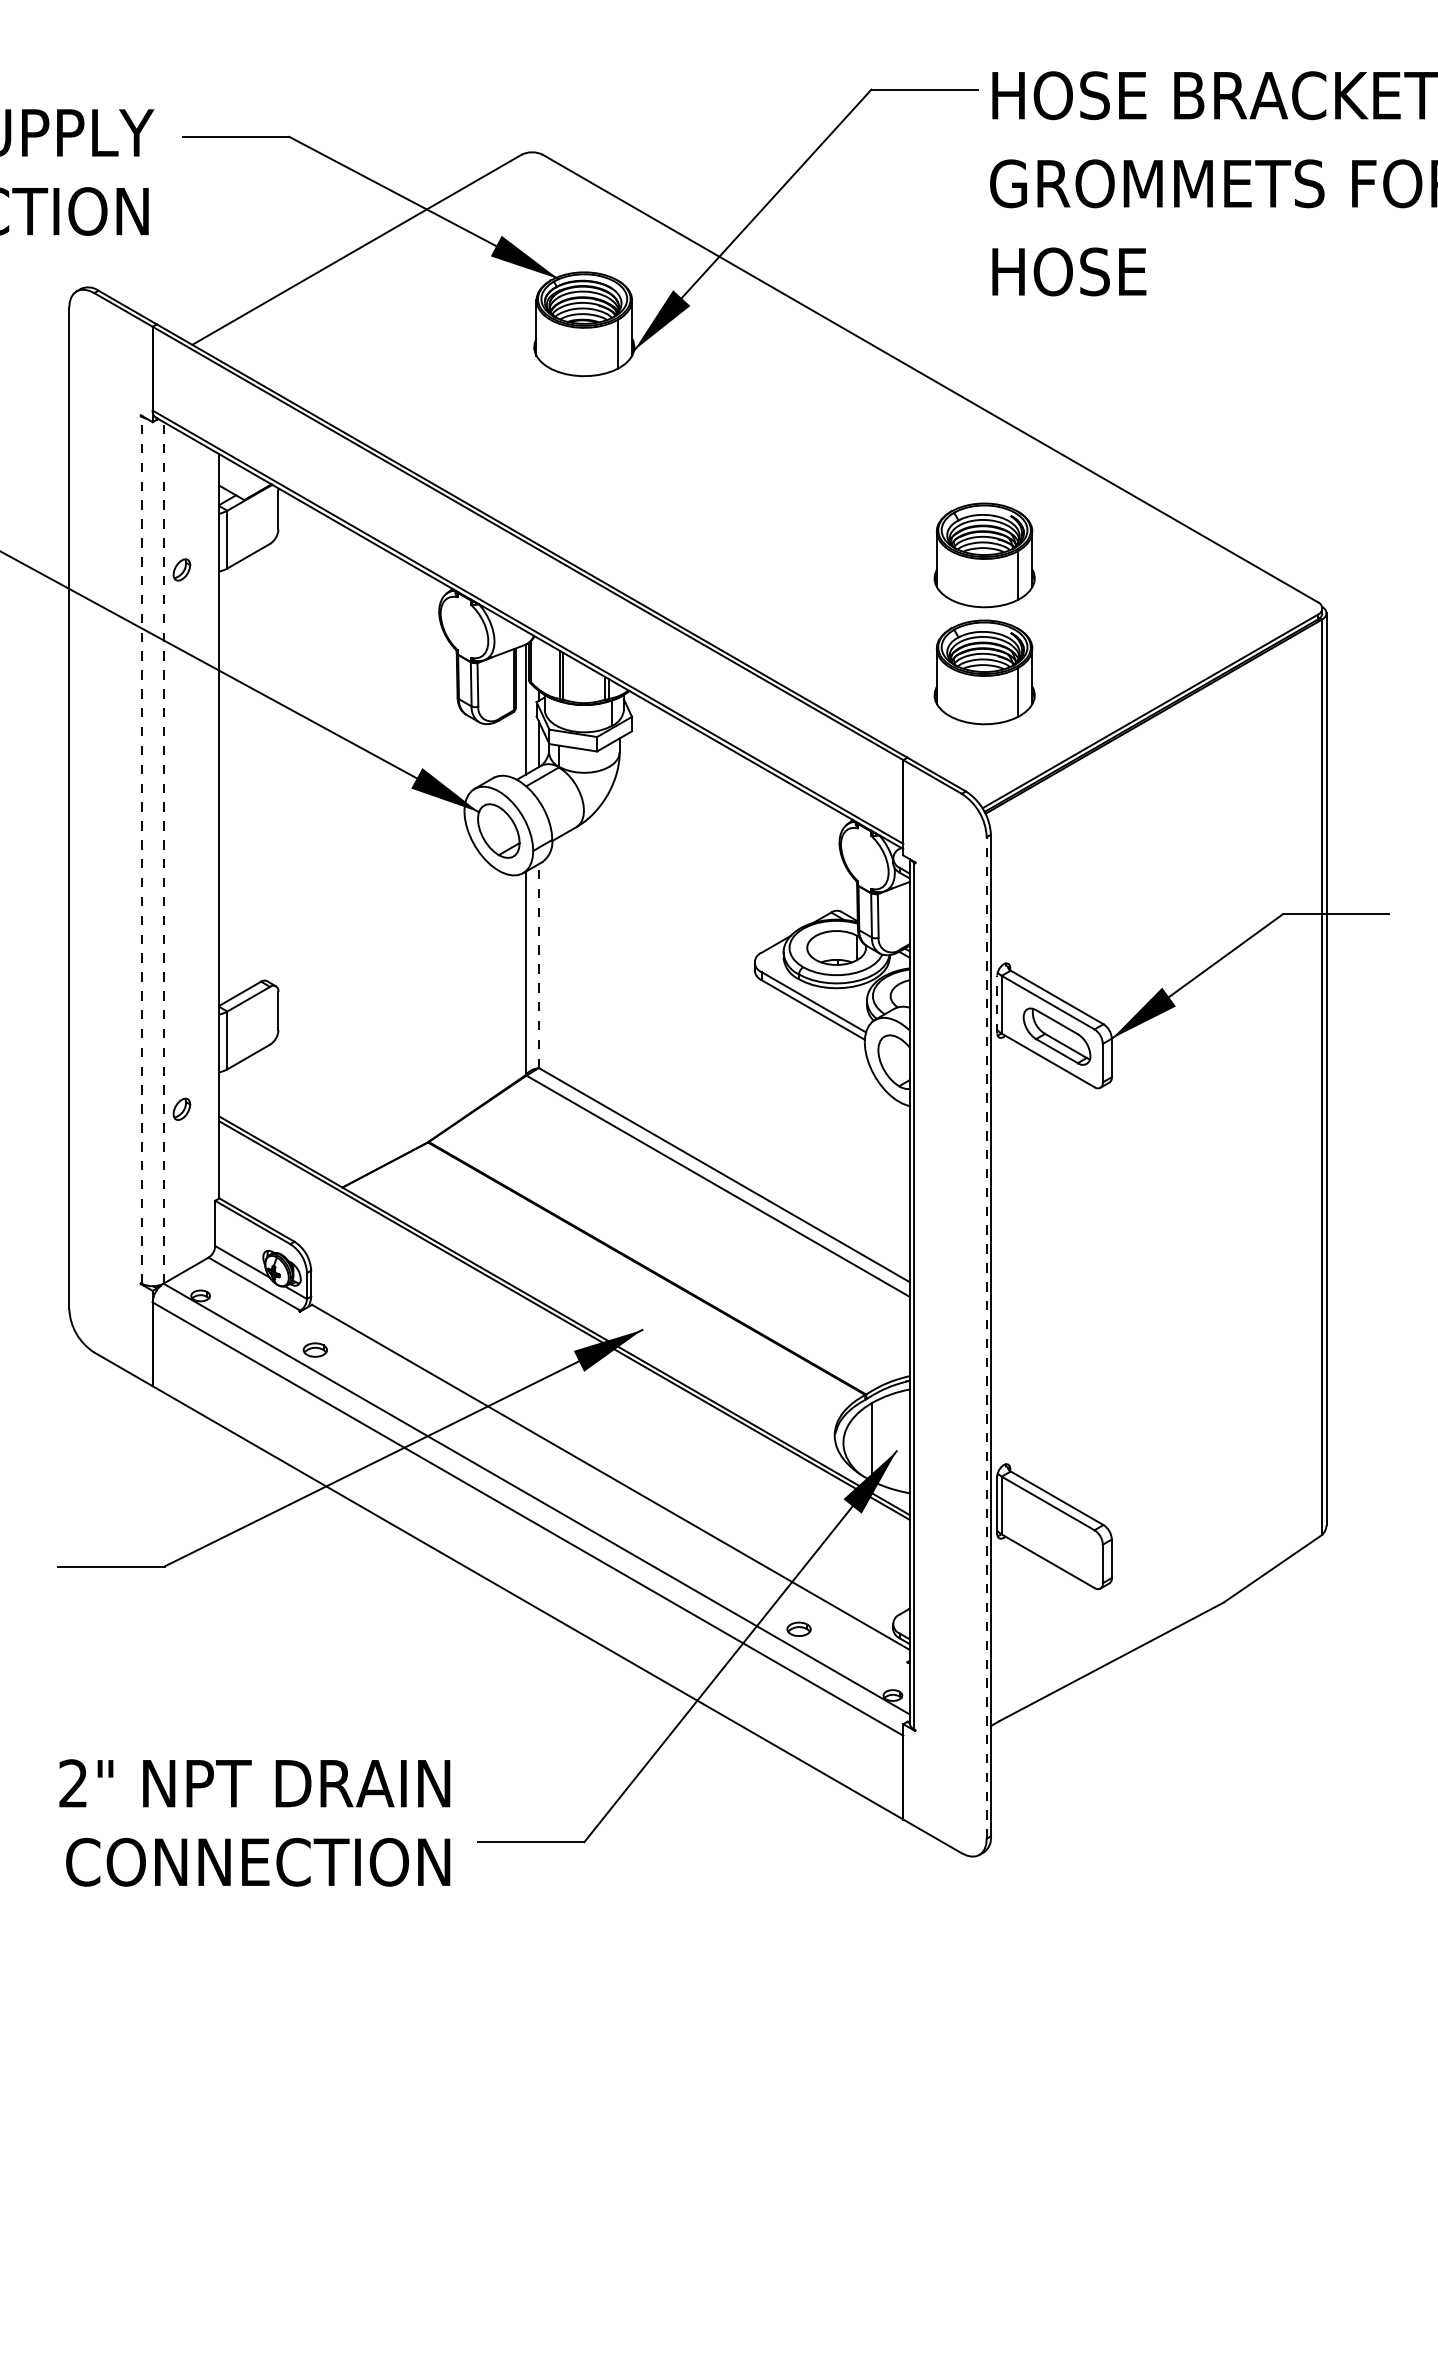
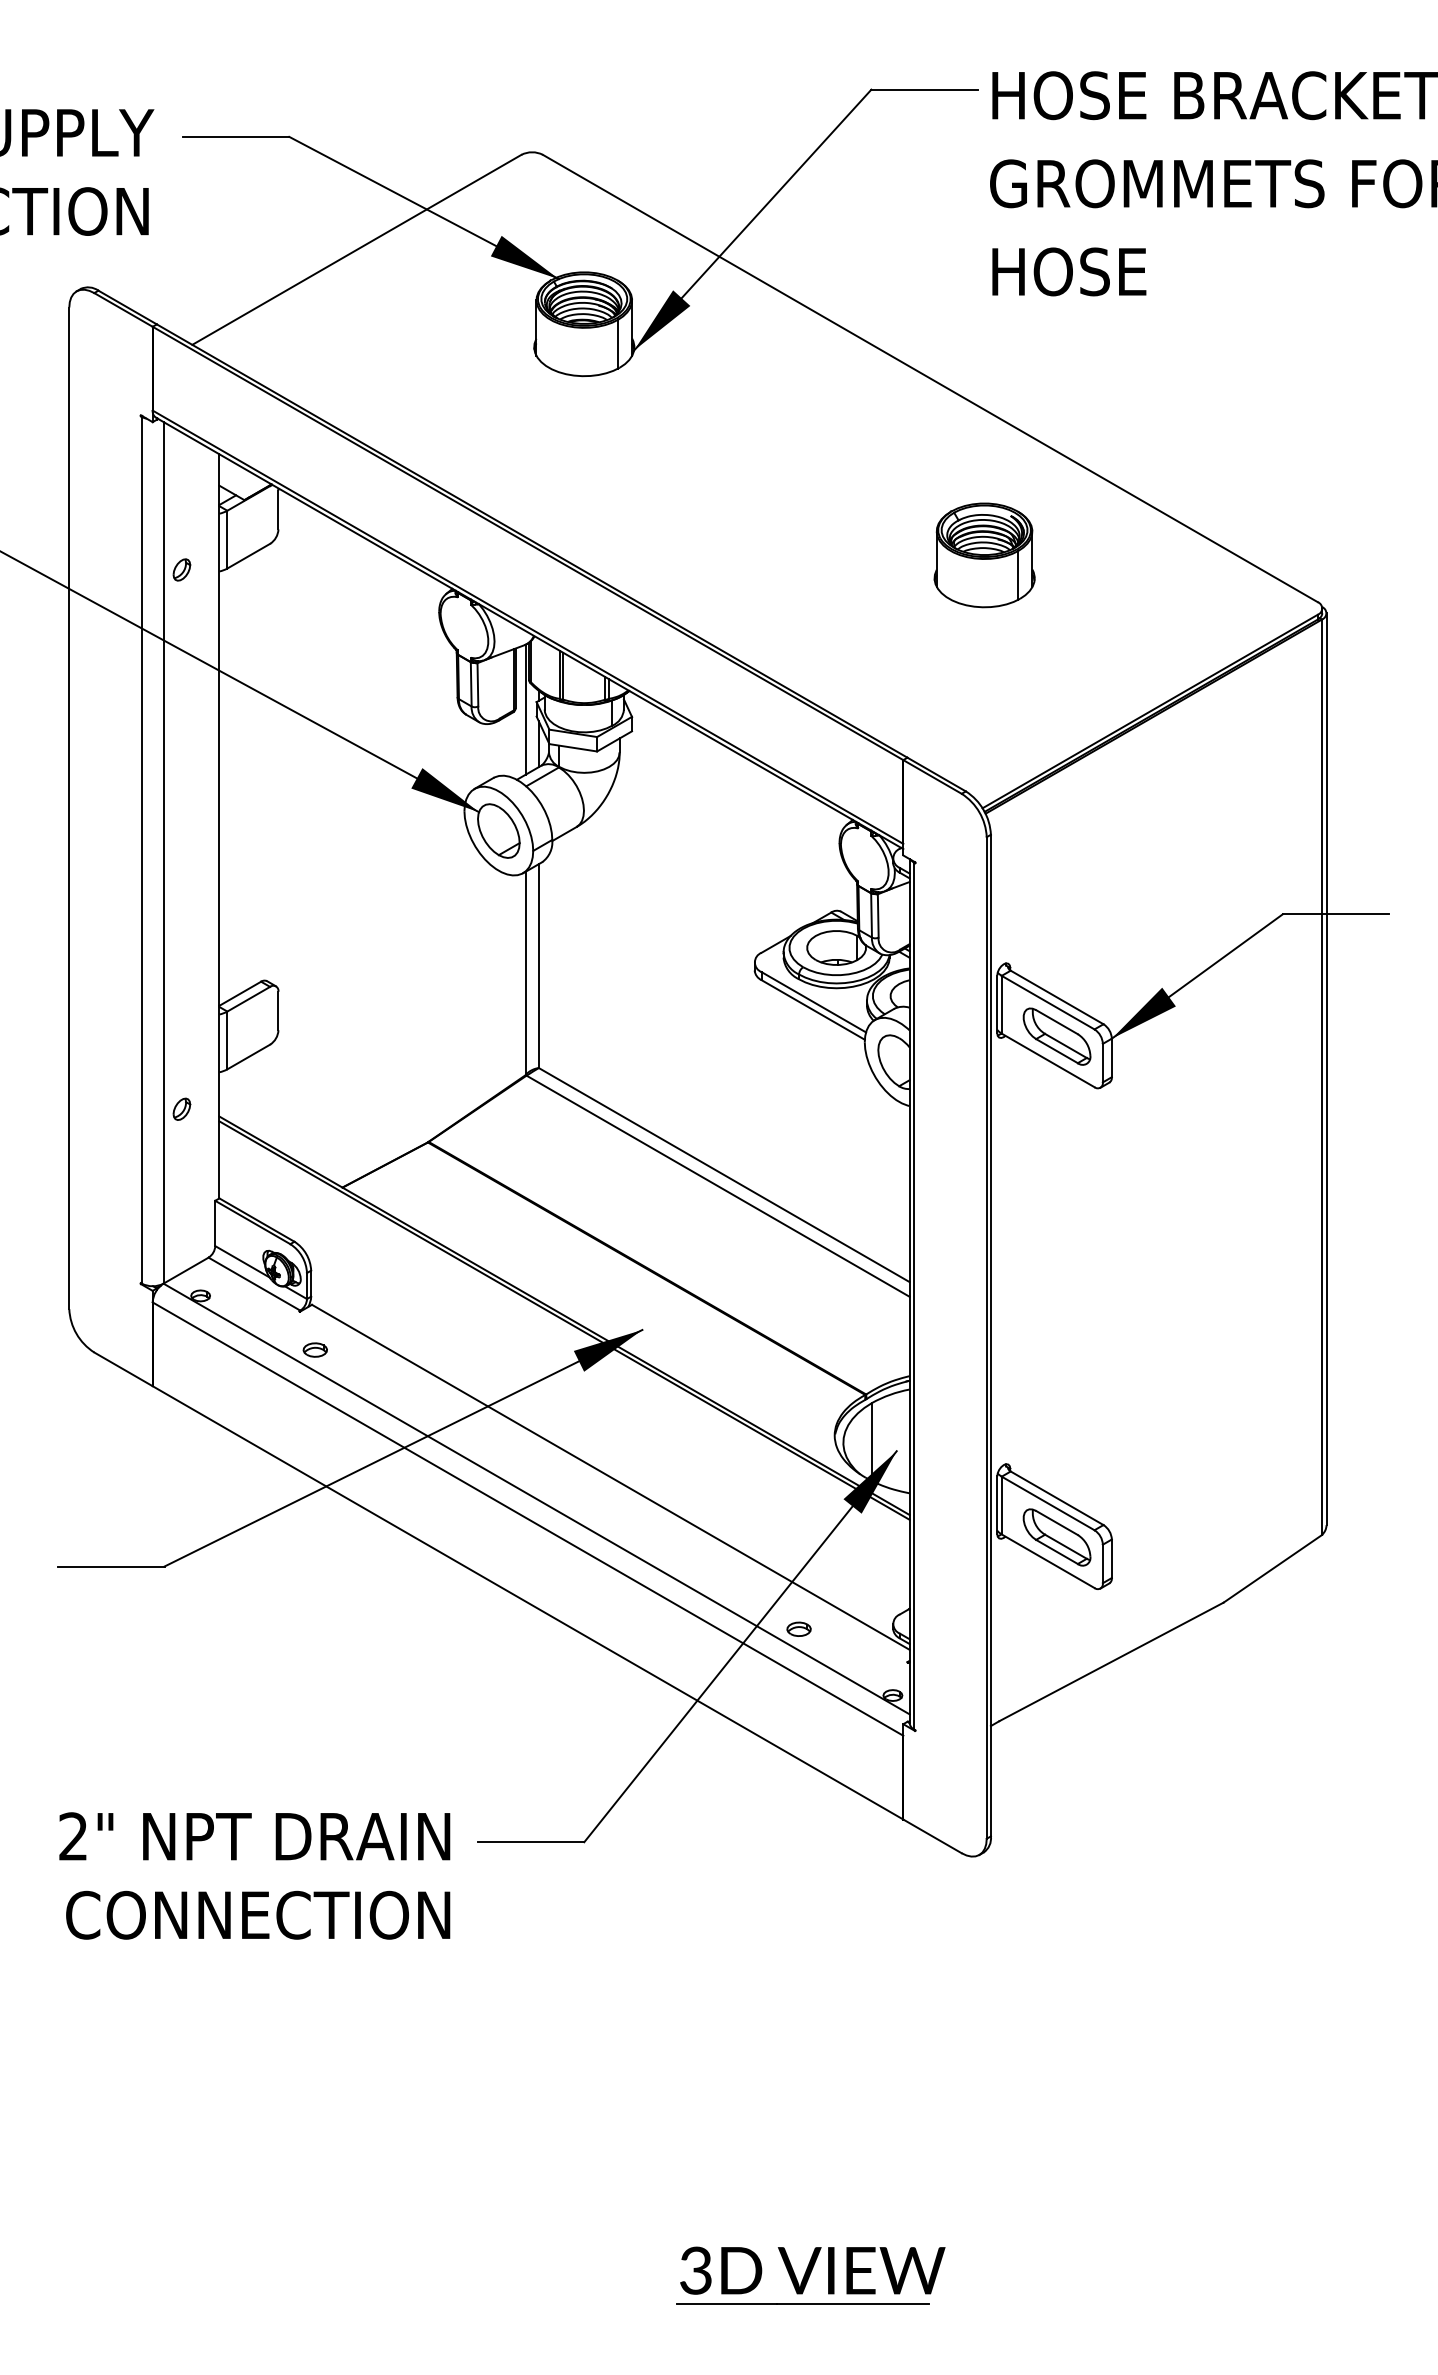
part at (984, 672): present -> none
line at (141, 849): dashed -> solid
line at (163, 852): dashed -> solid
line at (538, 966): dashed -> solid
line at (997, 1004): dashed -> solid
line at (986, 1337): dashed -> solid
part at (1056, 1537): none -> present
text at (254, 1822) position: (254, 1822) -> (254, 1875)
part at (810, 2275): none -> present
